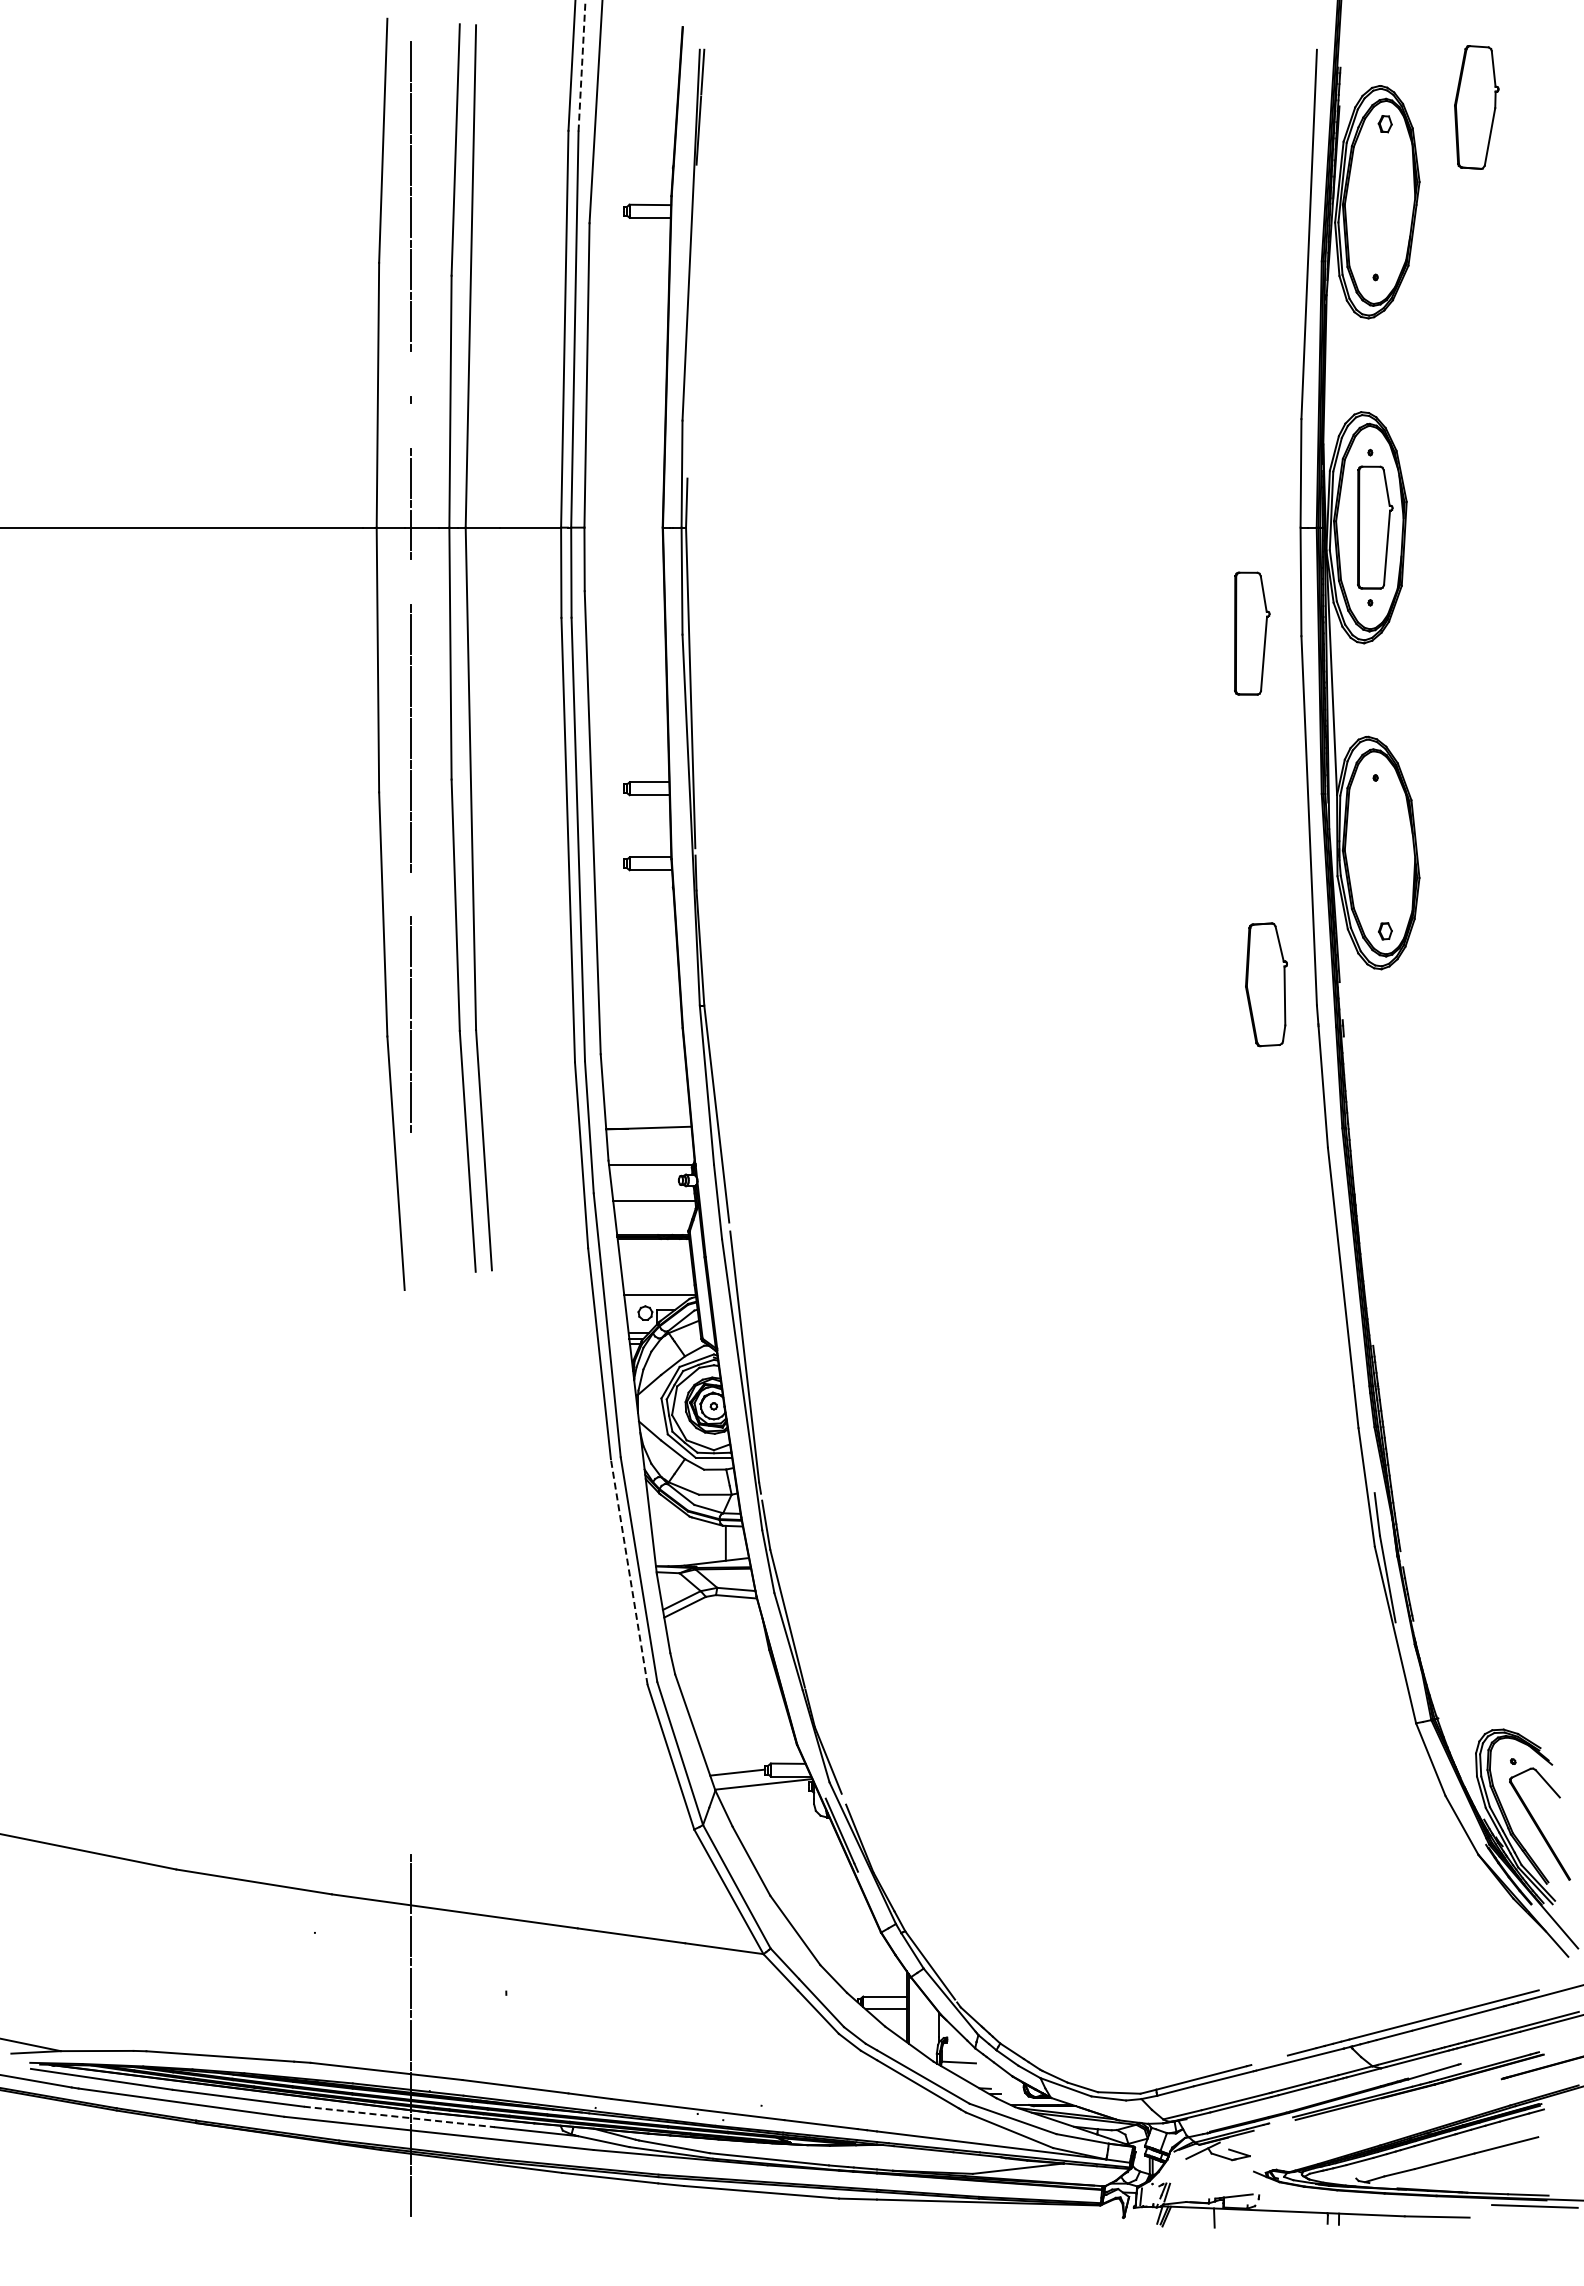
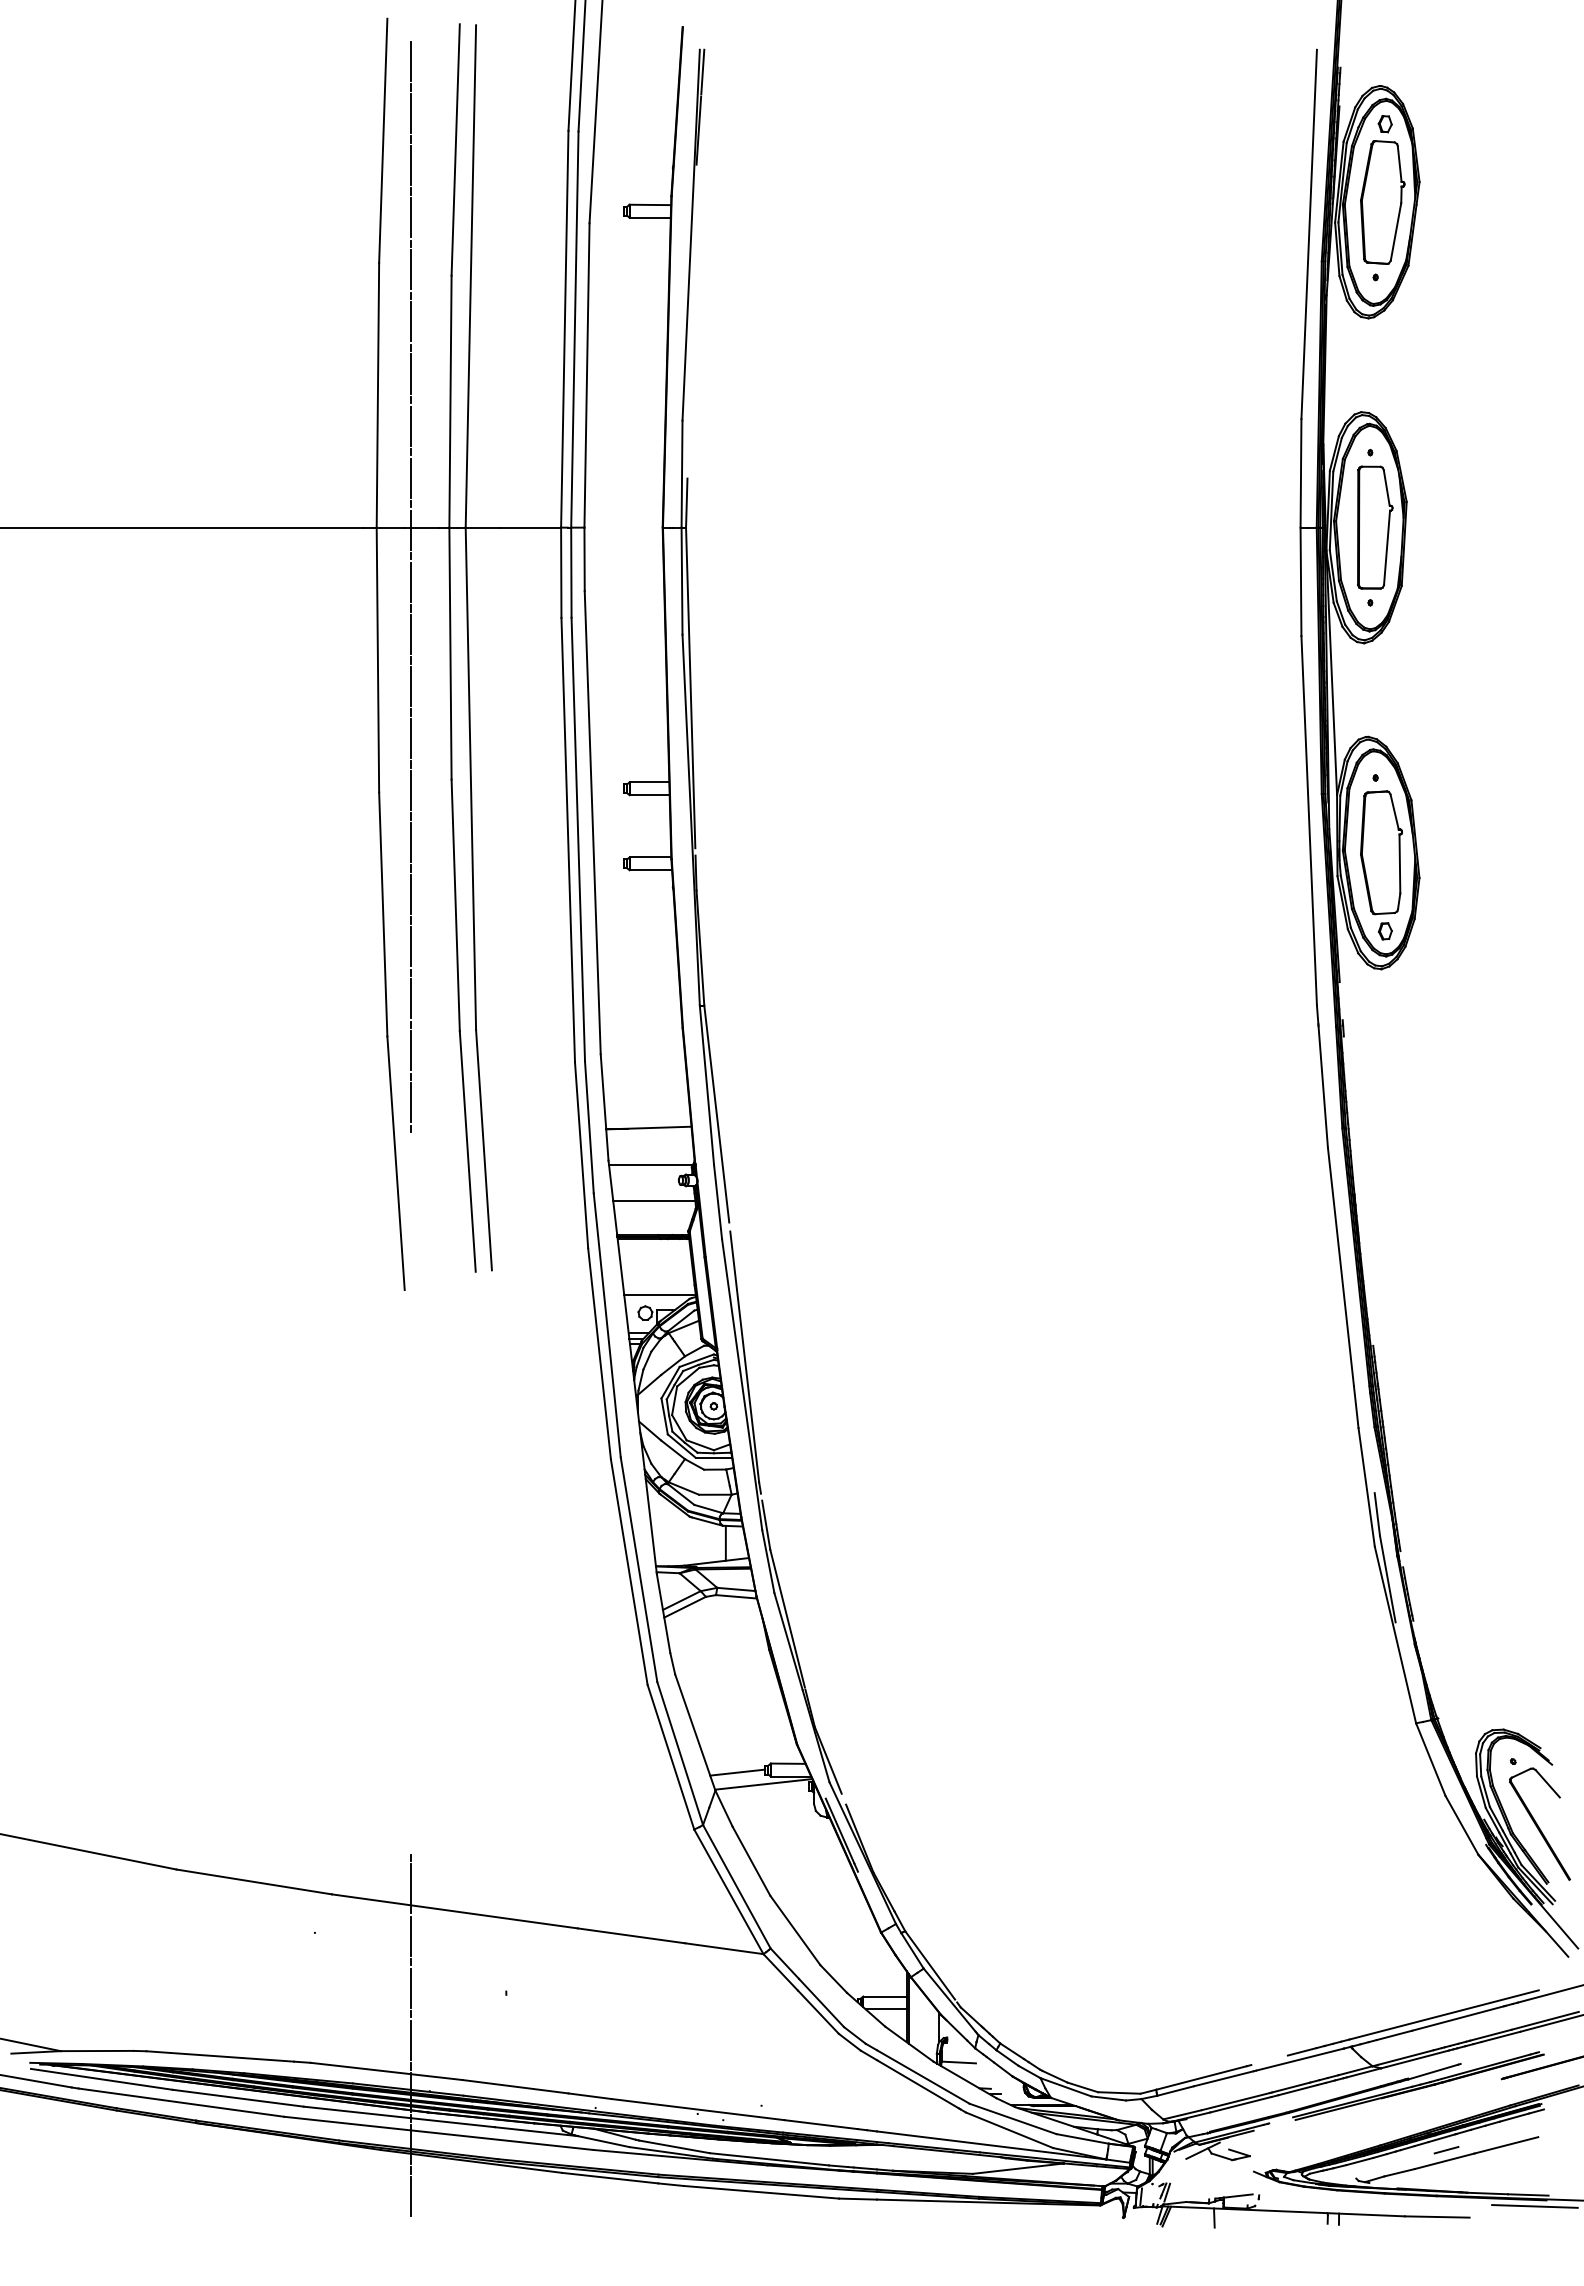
line at (582, 65): dashed -> solid
part at (1476, 107) position: (1476, 107) -> (1382, 202)
line at (411, 373): none -> present
line at (411, 425): none -> present
line at (411, 581): none -> present
part at (1252, 633): present -> none
line at (411, 894): none -> present
part at (1266, 984) position: (1266, 984) -> (1381, 852)
line at (629, 1571): dashed -> solid
line at (399, 2116): dashed -> solid
line at (1446, 2150): none -> present
